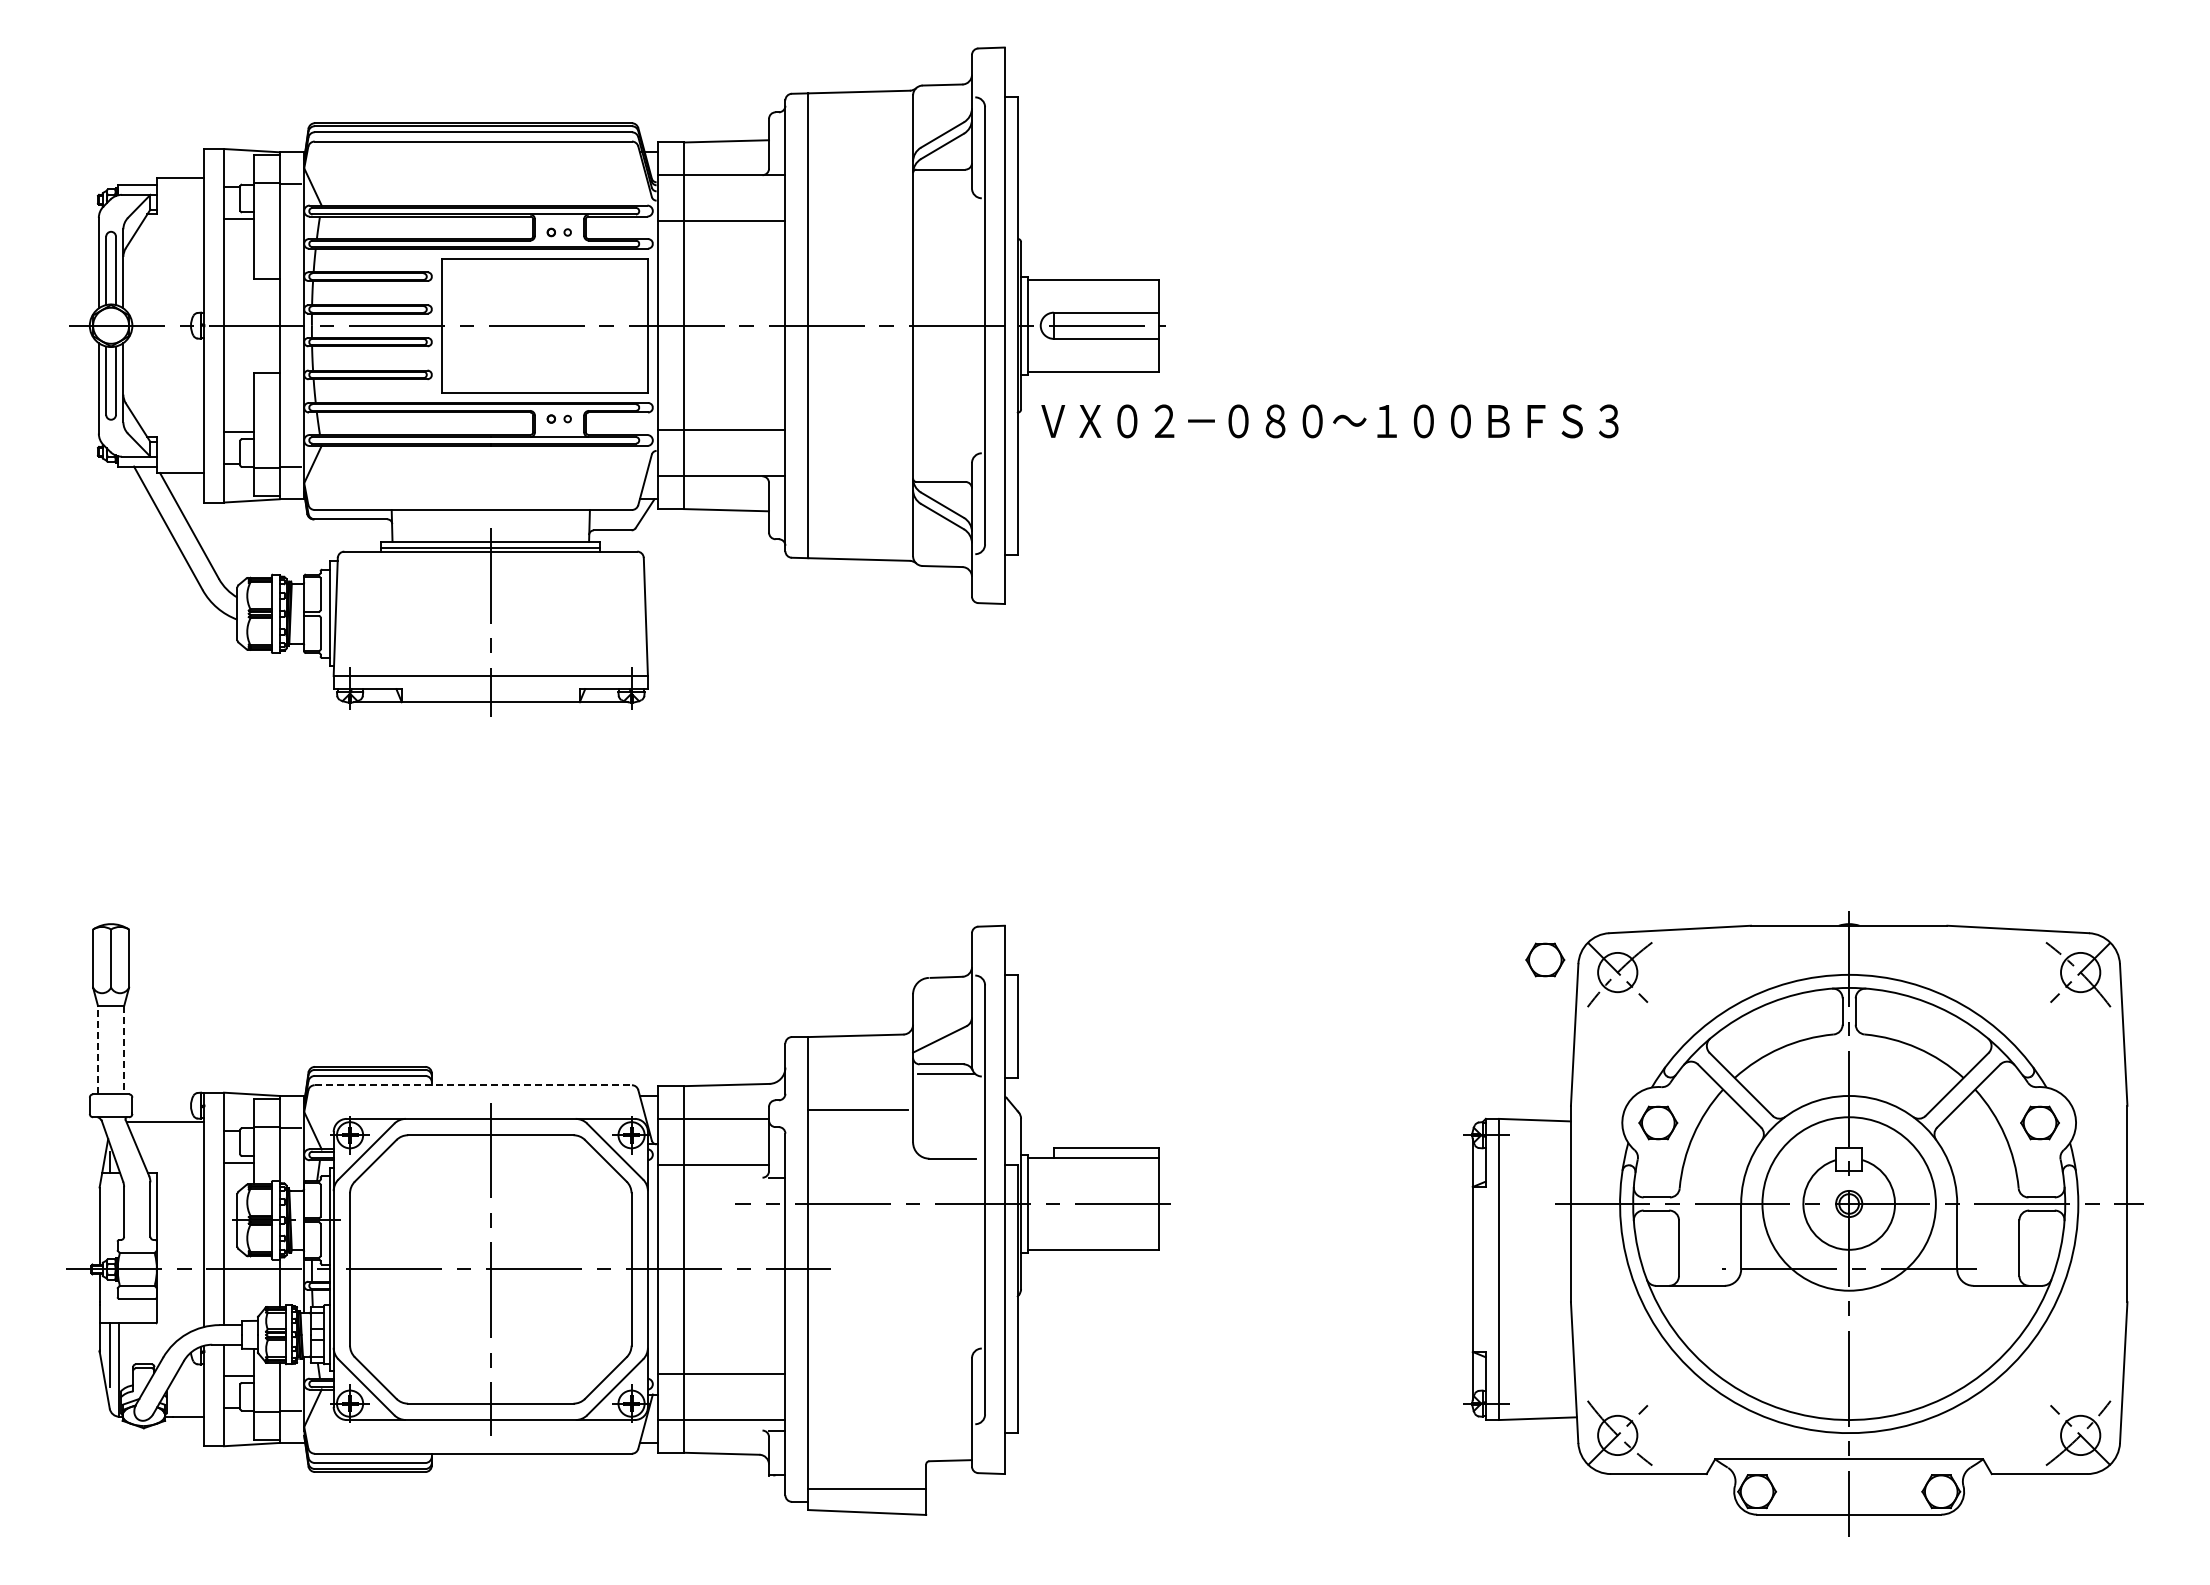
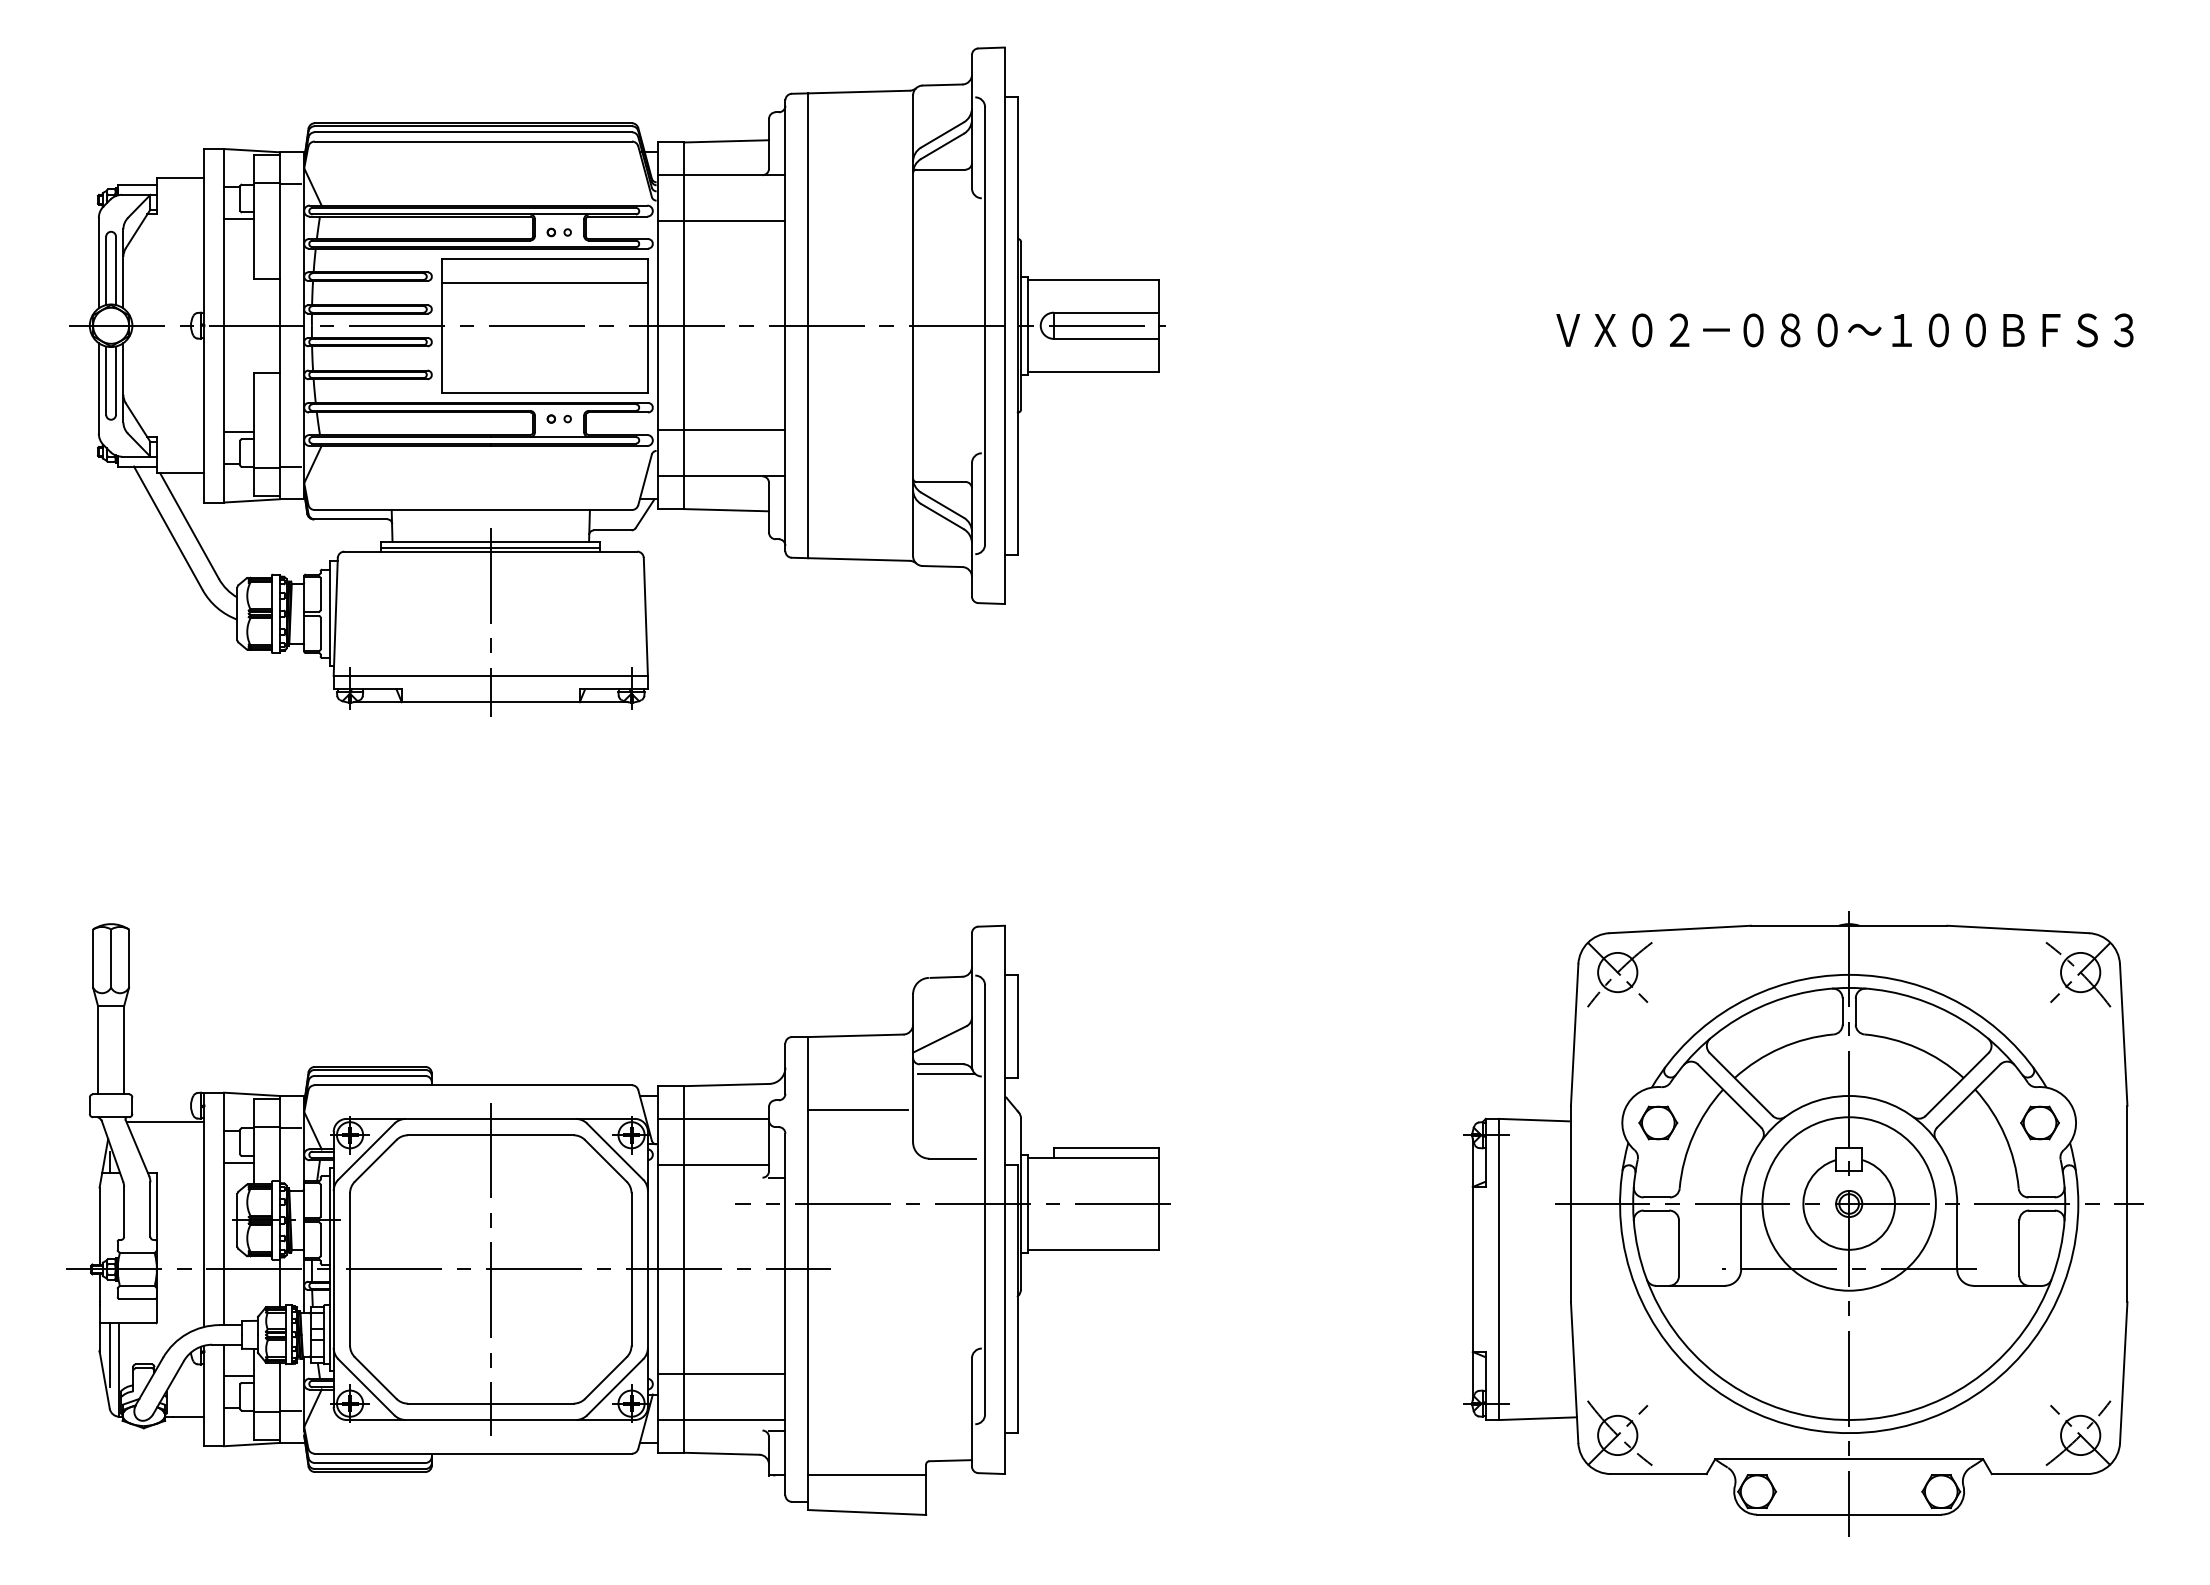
line at (544, 283): none -> present
text at (1329, 421) position: (1329, 421) -> (1844, 330)
part at (1545, 959): present -> none
line at (98, 1049): dashed -> solid
line at (124, 1050): dashed -> solid
line at (473, 1085): dashed -> solid
line at (867, 1489) position: (867, 1489) -> (867, 1475)
